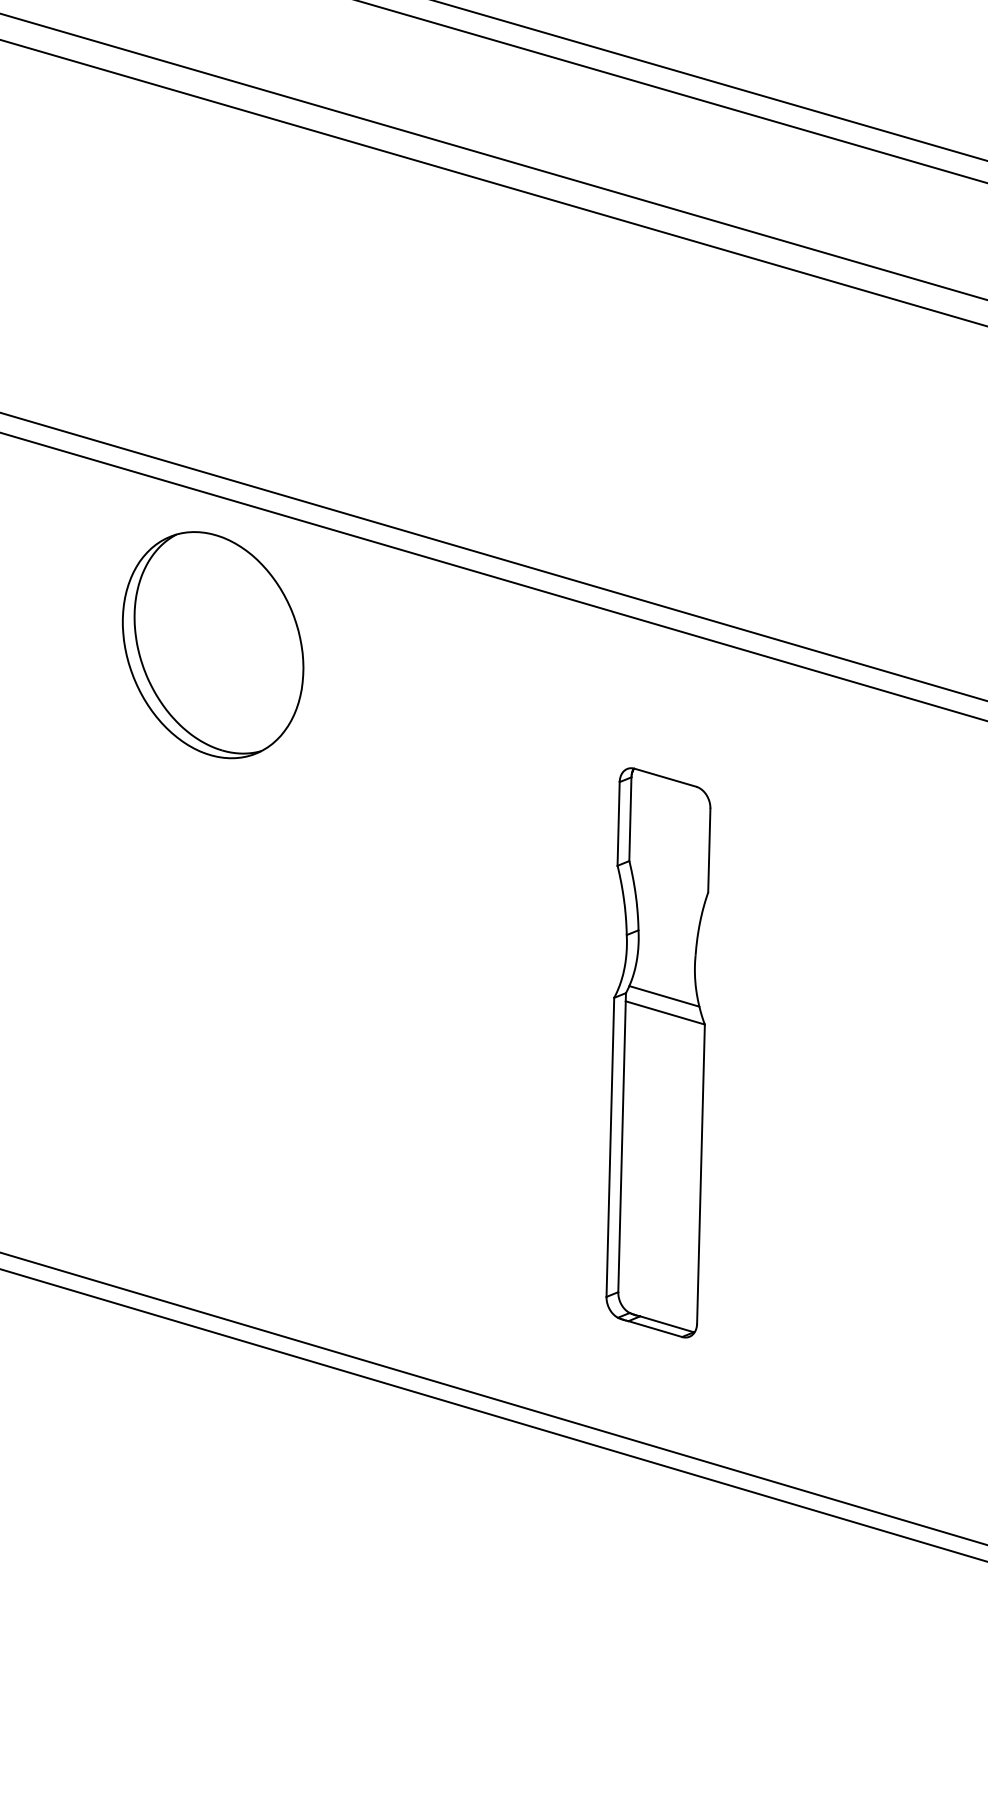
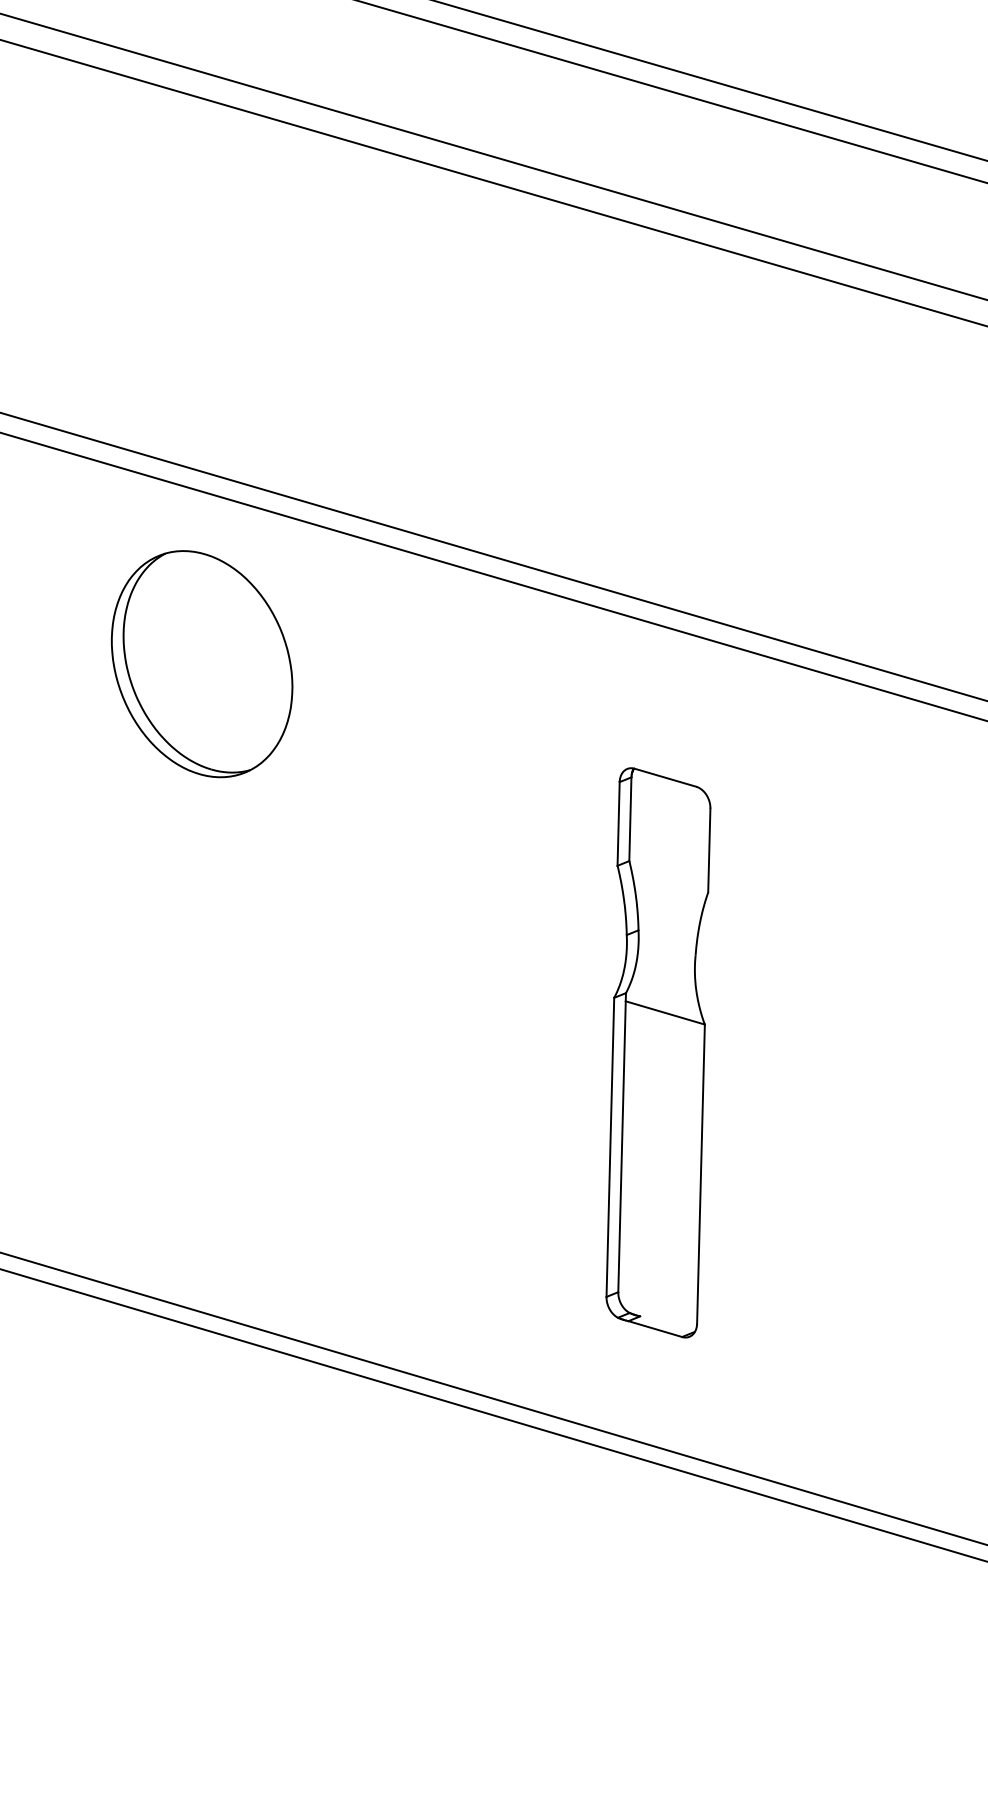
part at (213, 645) position: (213, 645) -> (202, 664)
line at (664, 996): present -> none
line at (666, 1324): present -> none
